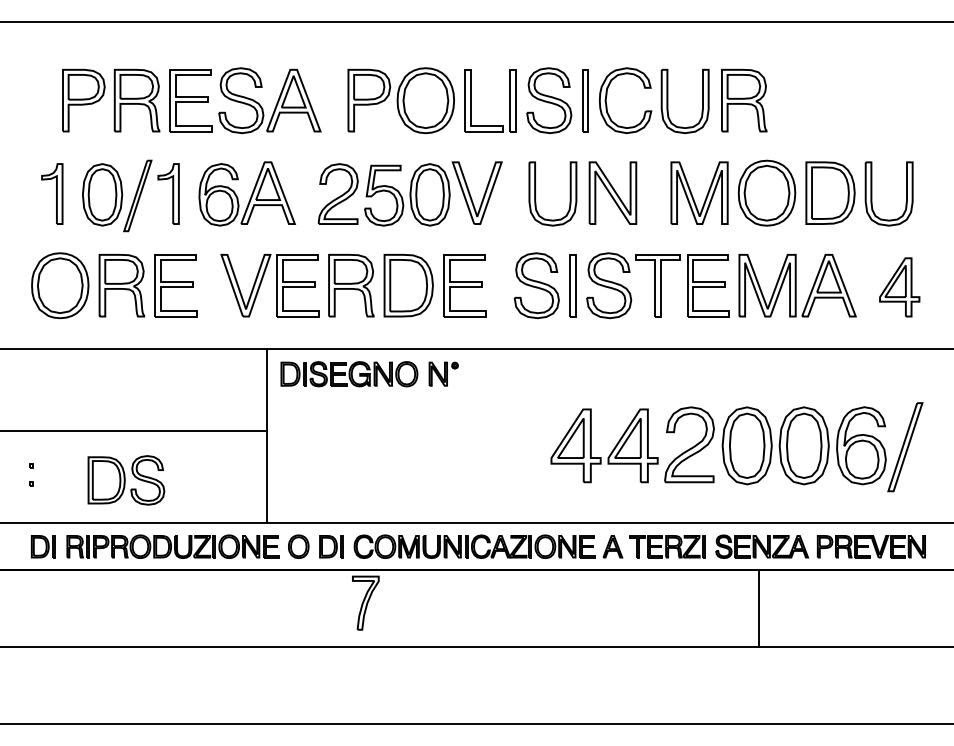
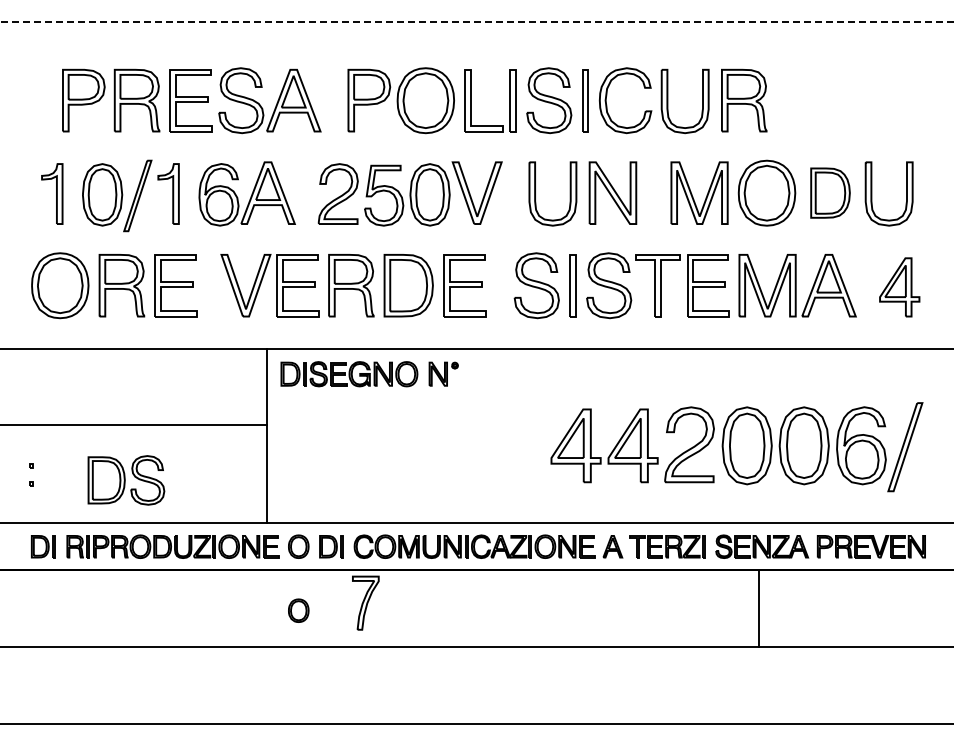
line at (477, 22): solid -> dashed
part at (830, 192) size: 51x64 px -> 41x52 px
line at (134, 430) position: (134, 430) -> (134, 424)
part at (298, 610): none -> present
